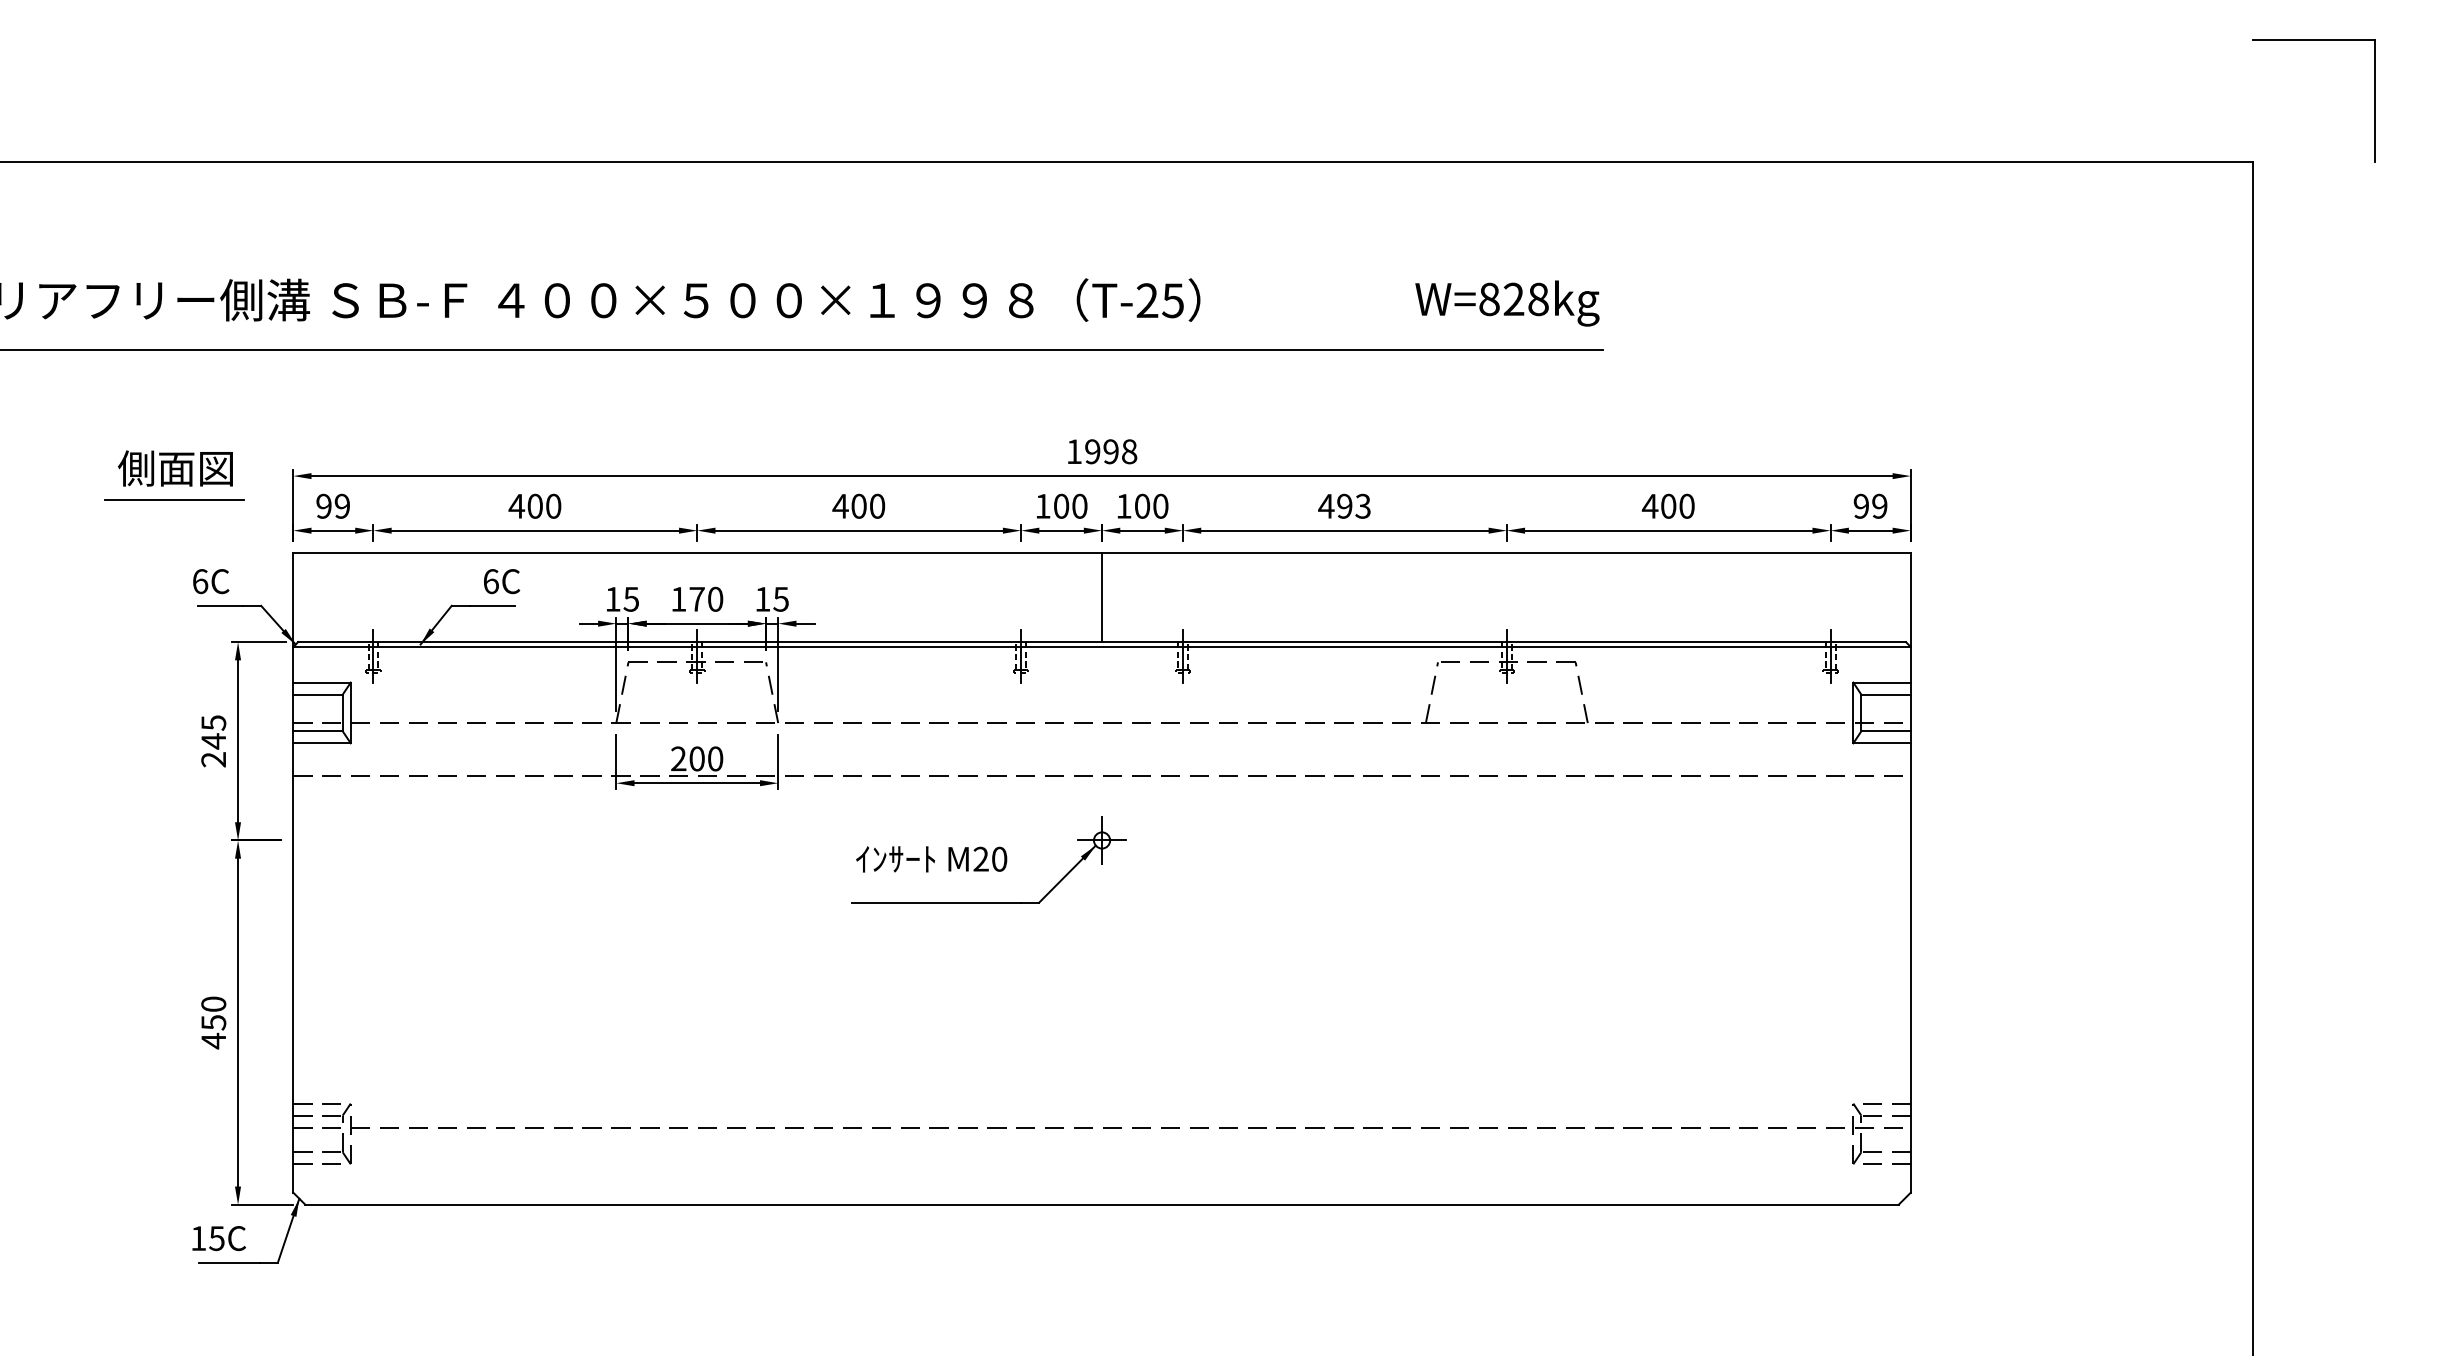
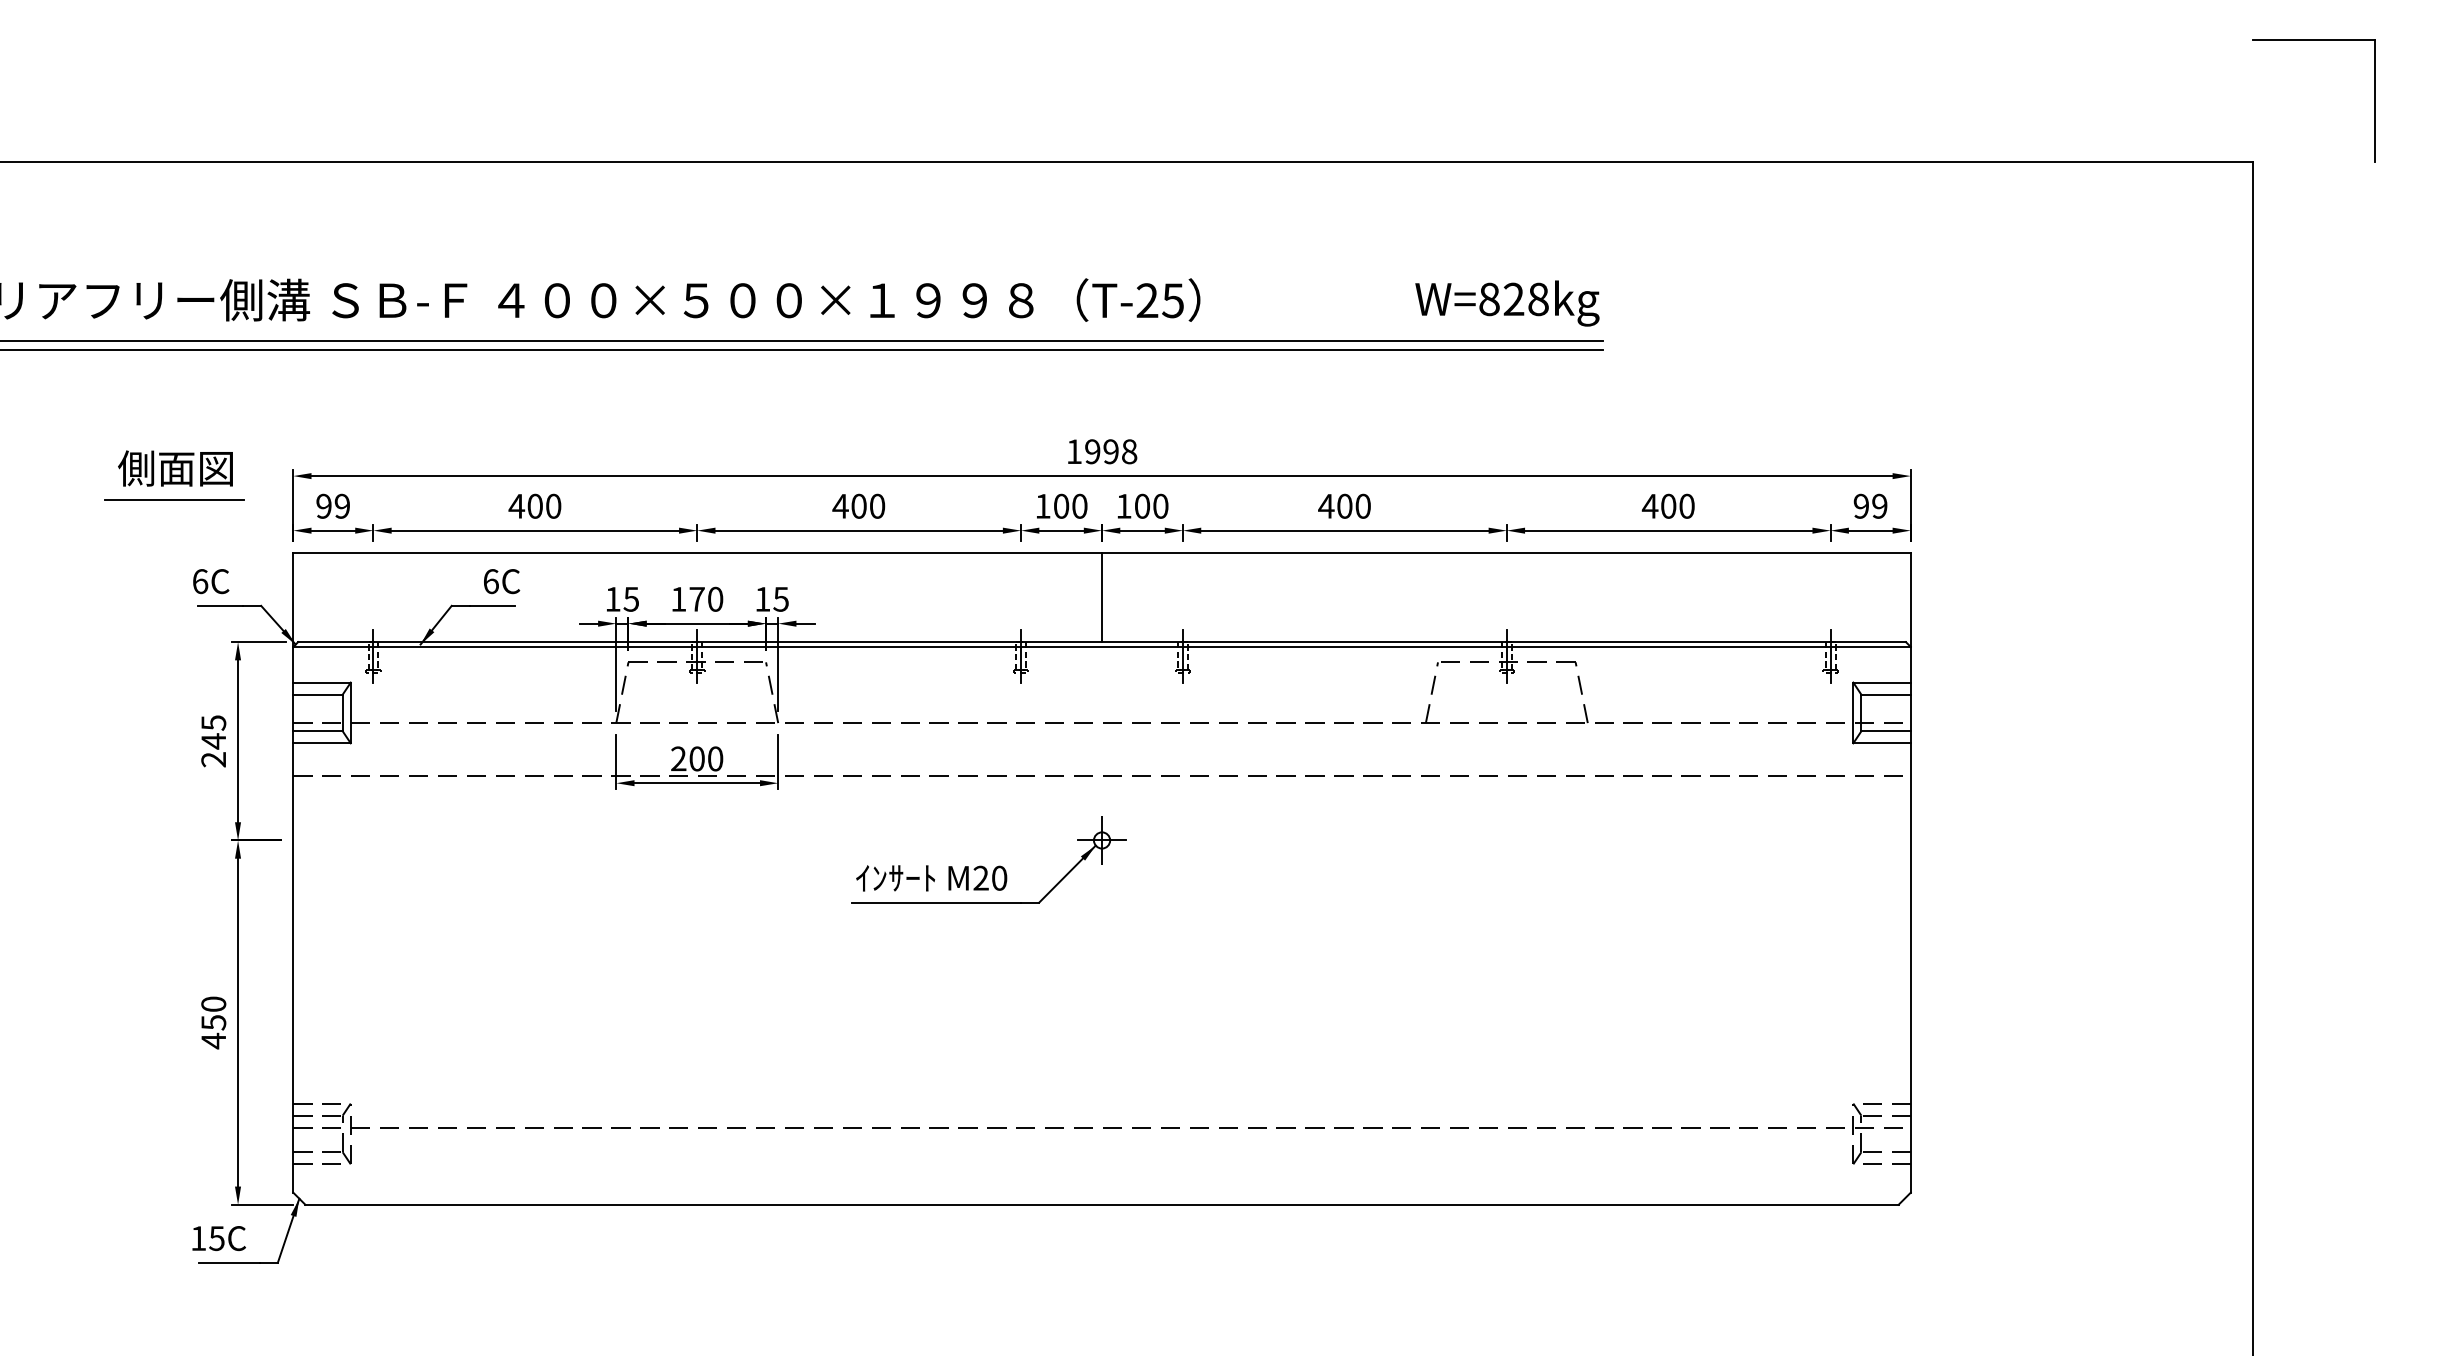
line at (802, 340): none -> present
text at (1353, 505): 493 -> 400
text at (931, 859) position: (931, 859) -> (931, 878)
